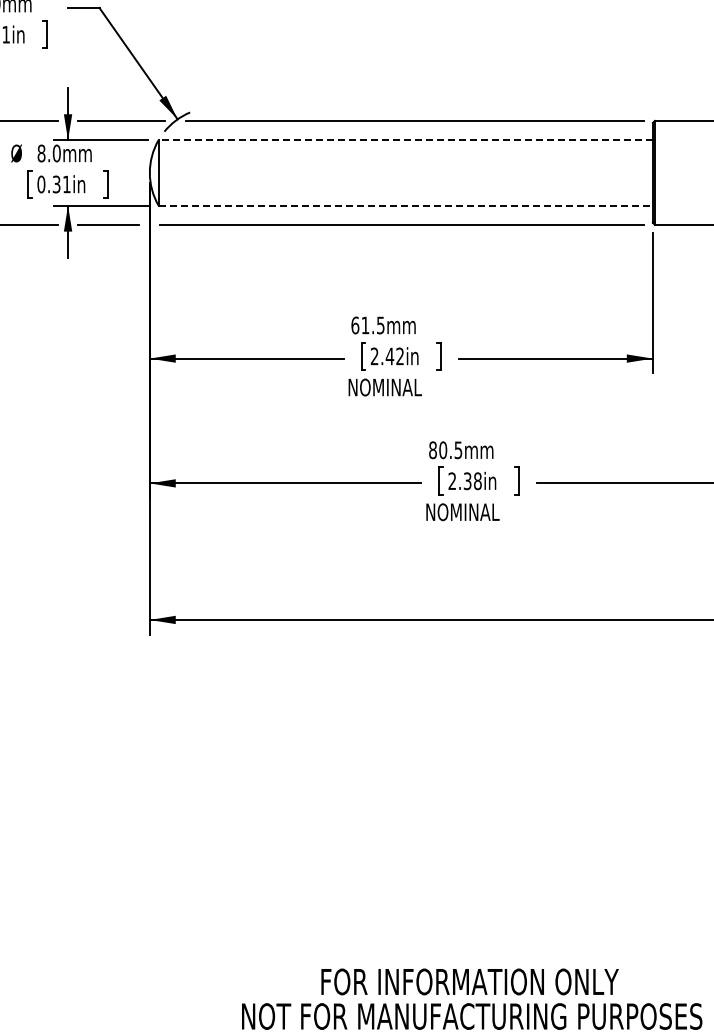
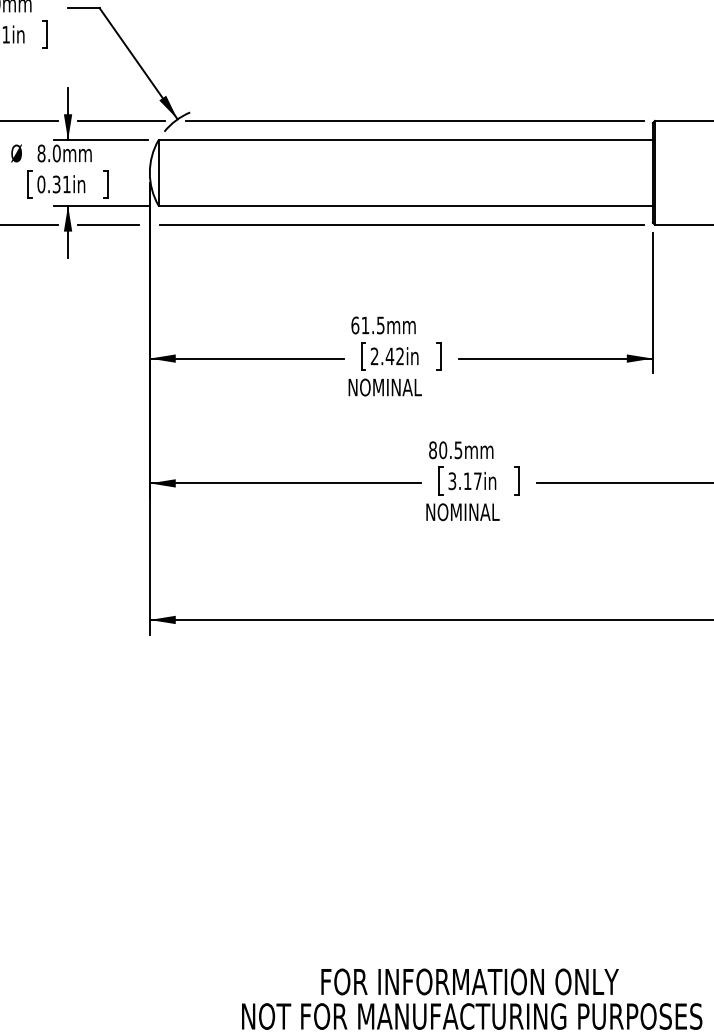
line at (405, 140): dashed -> solid
line at (406, 205): dashed -> solid
text at (464, 481): 2.38in -> 3.17in
